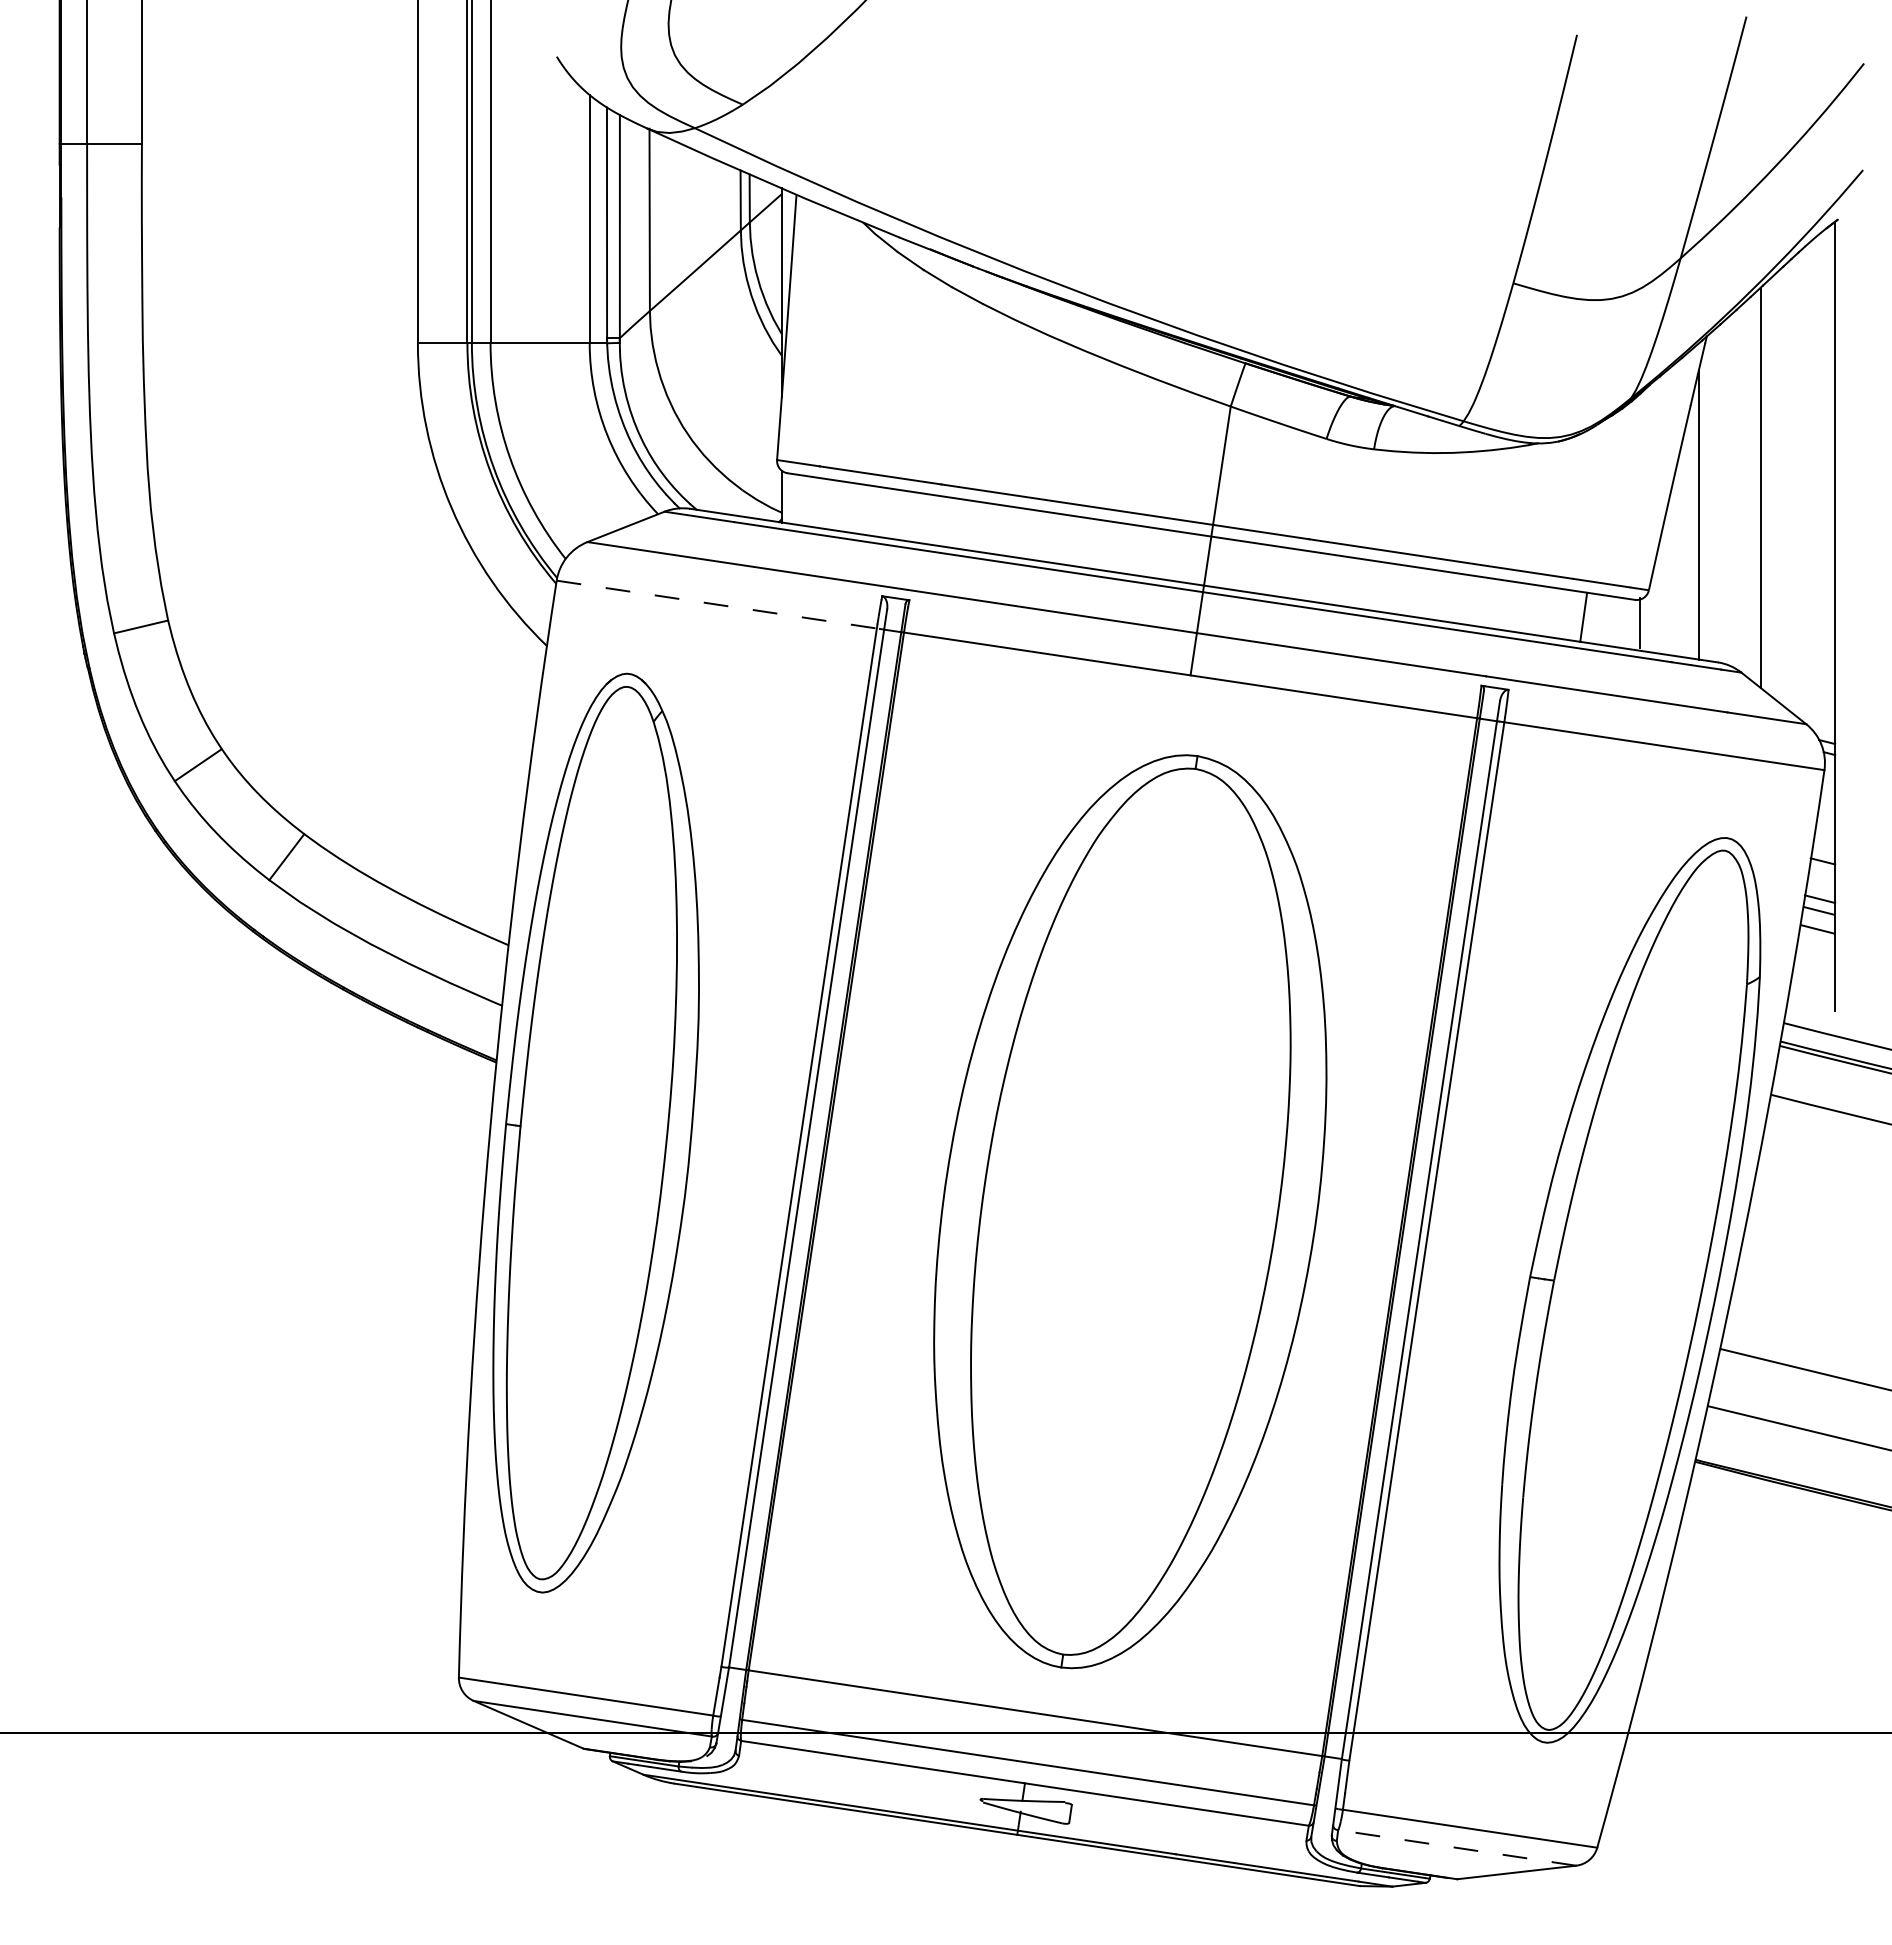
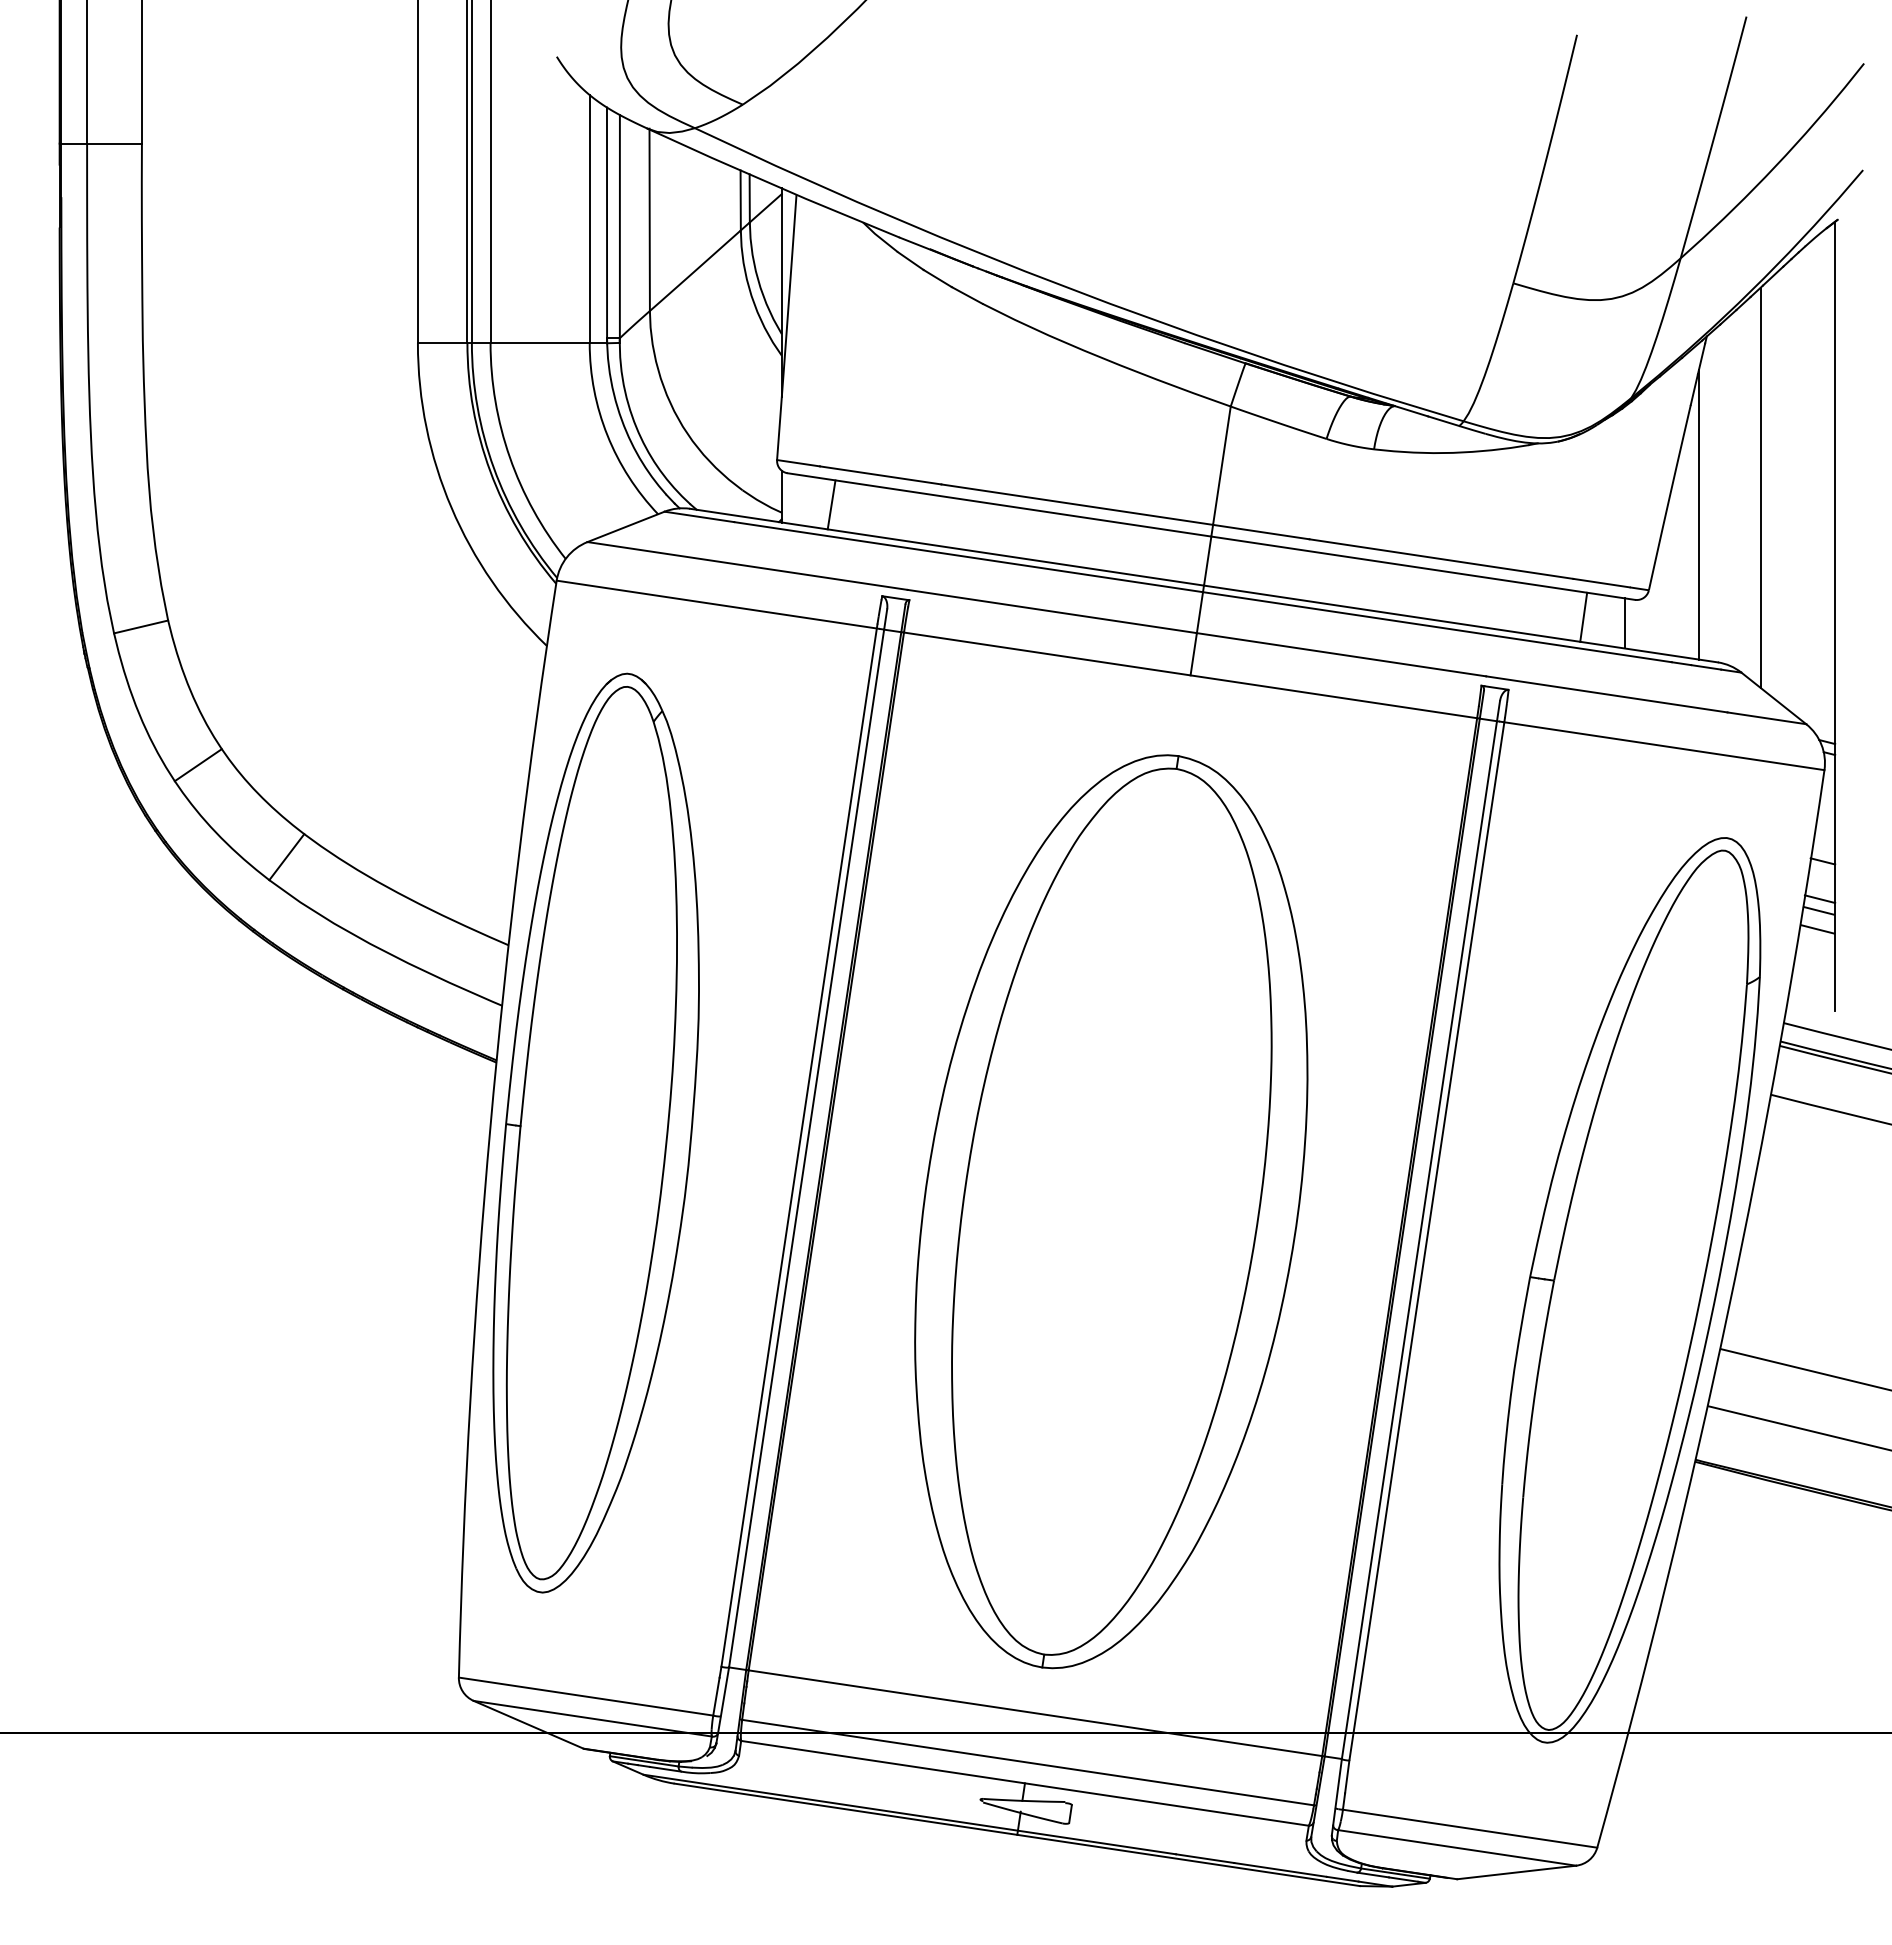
line at (831, 504): none -> present
line at (717, 604): dashed -> solid
line at (1639, 623) position: (1639, 623) -> (1624, 623)
part at (1130, 1211) position: (1130, 1211) -> (1111, 1211)
line at (1456, 1847): dashed -> solid
